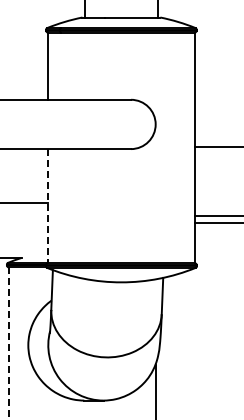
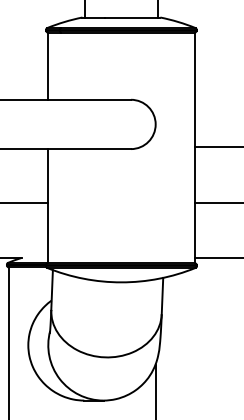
line at (48, 206): dashed -> solid
line at (217, 215) position: (217, 215) -> (217, 202)
line at (217, 222) position: (217, 222) -> (217, 257)
line at (8, 344): dashed -> solid
